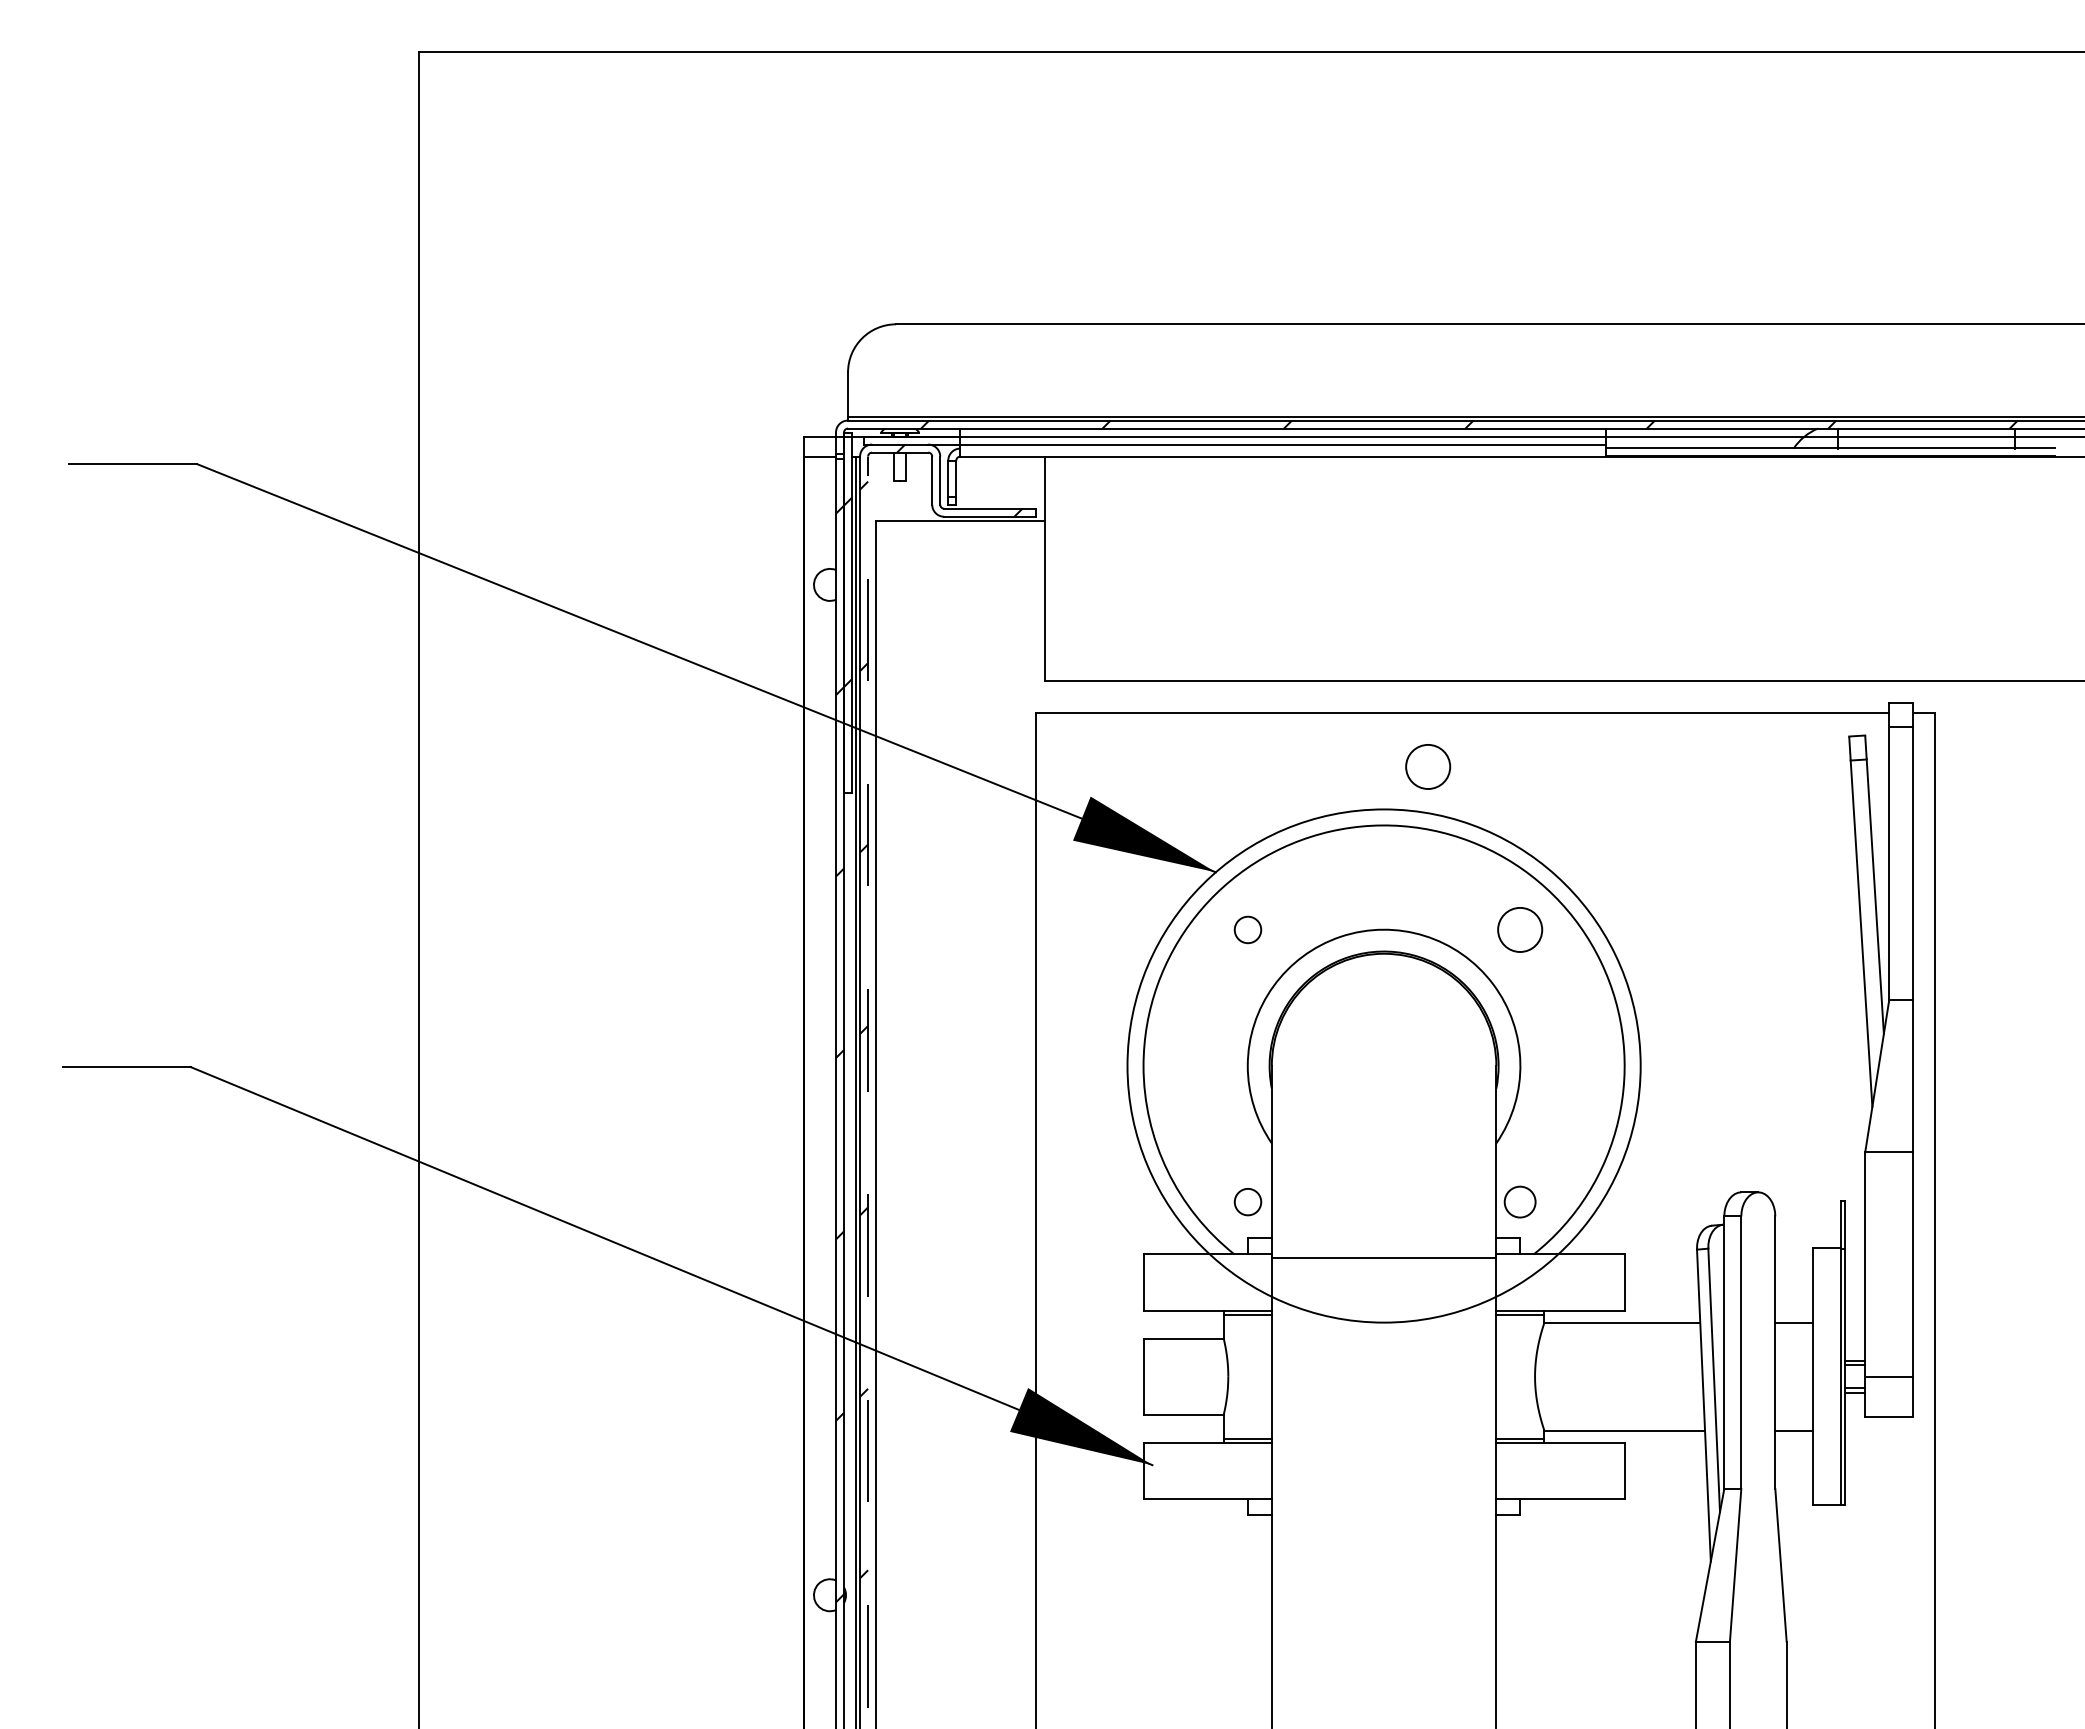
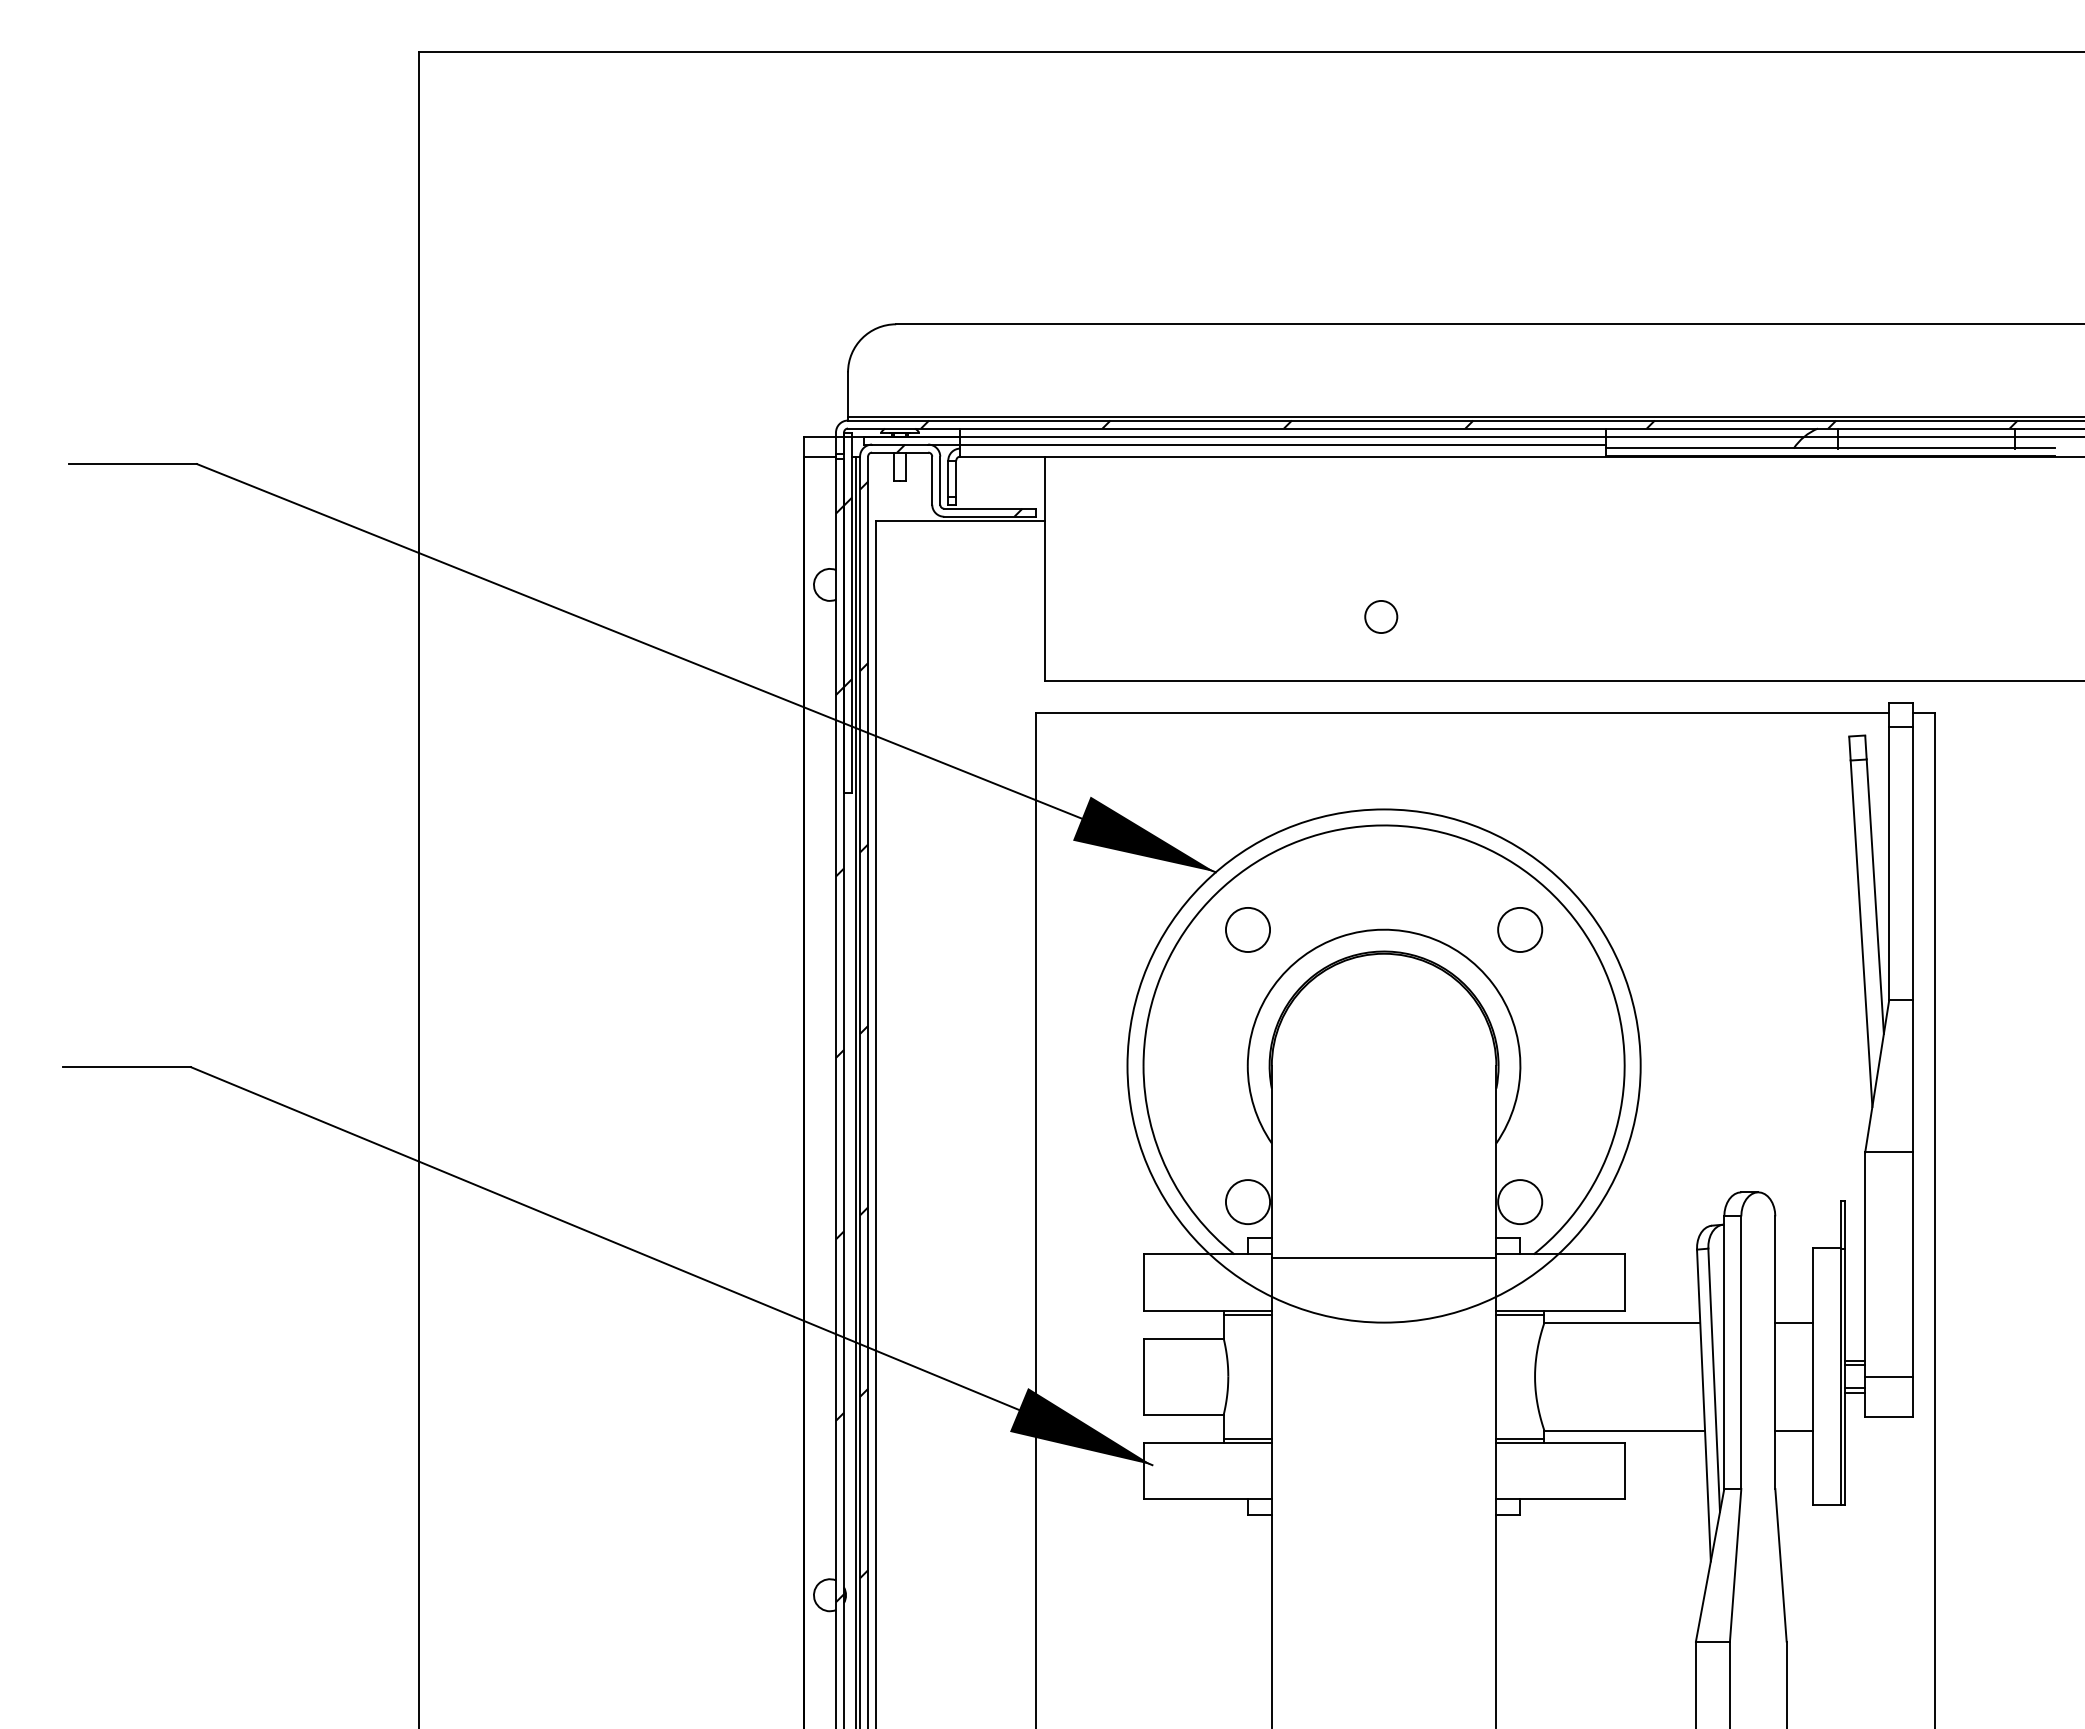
circle at (1381, 616): none -> present
circle at (1428, 766): present -> none
circle at (1247, 929) size: 30x30 px -> 46x46 px
line at (868, 1092): dashed -> solid
circle at (1247, 1201) diameter: 26 px -> 44 px
circle at (1519, 1201) diameter: 31 px -> 44 px
